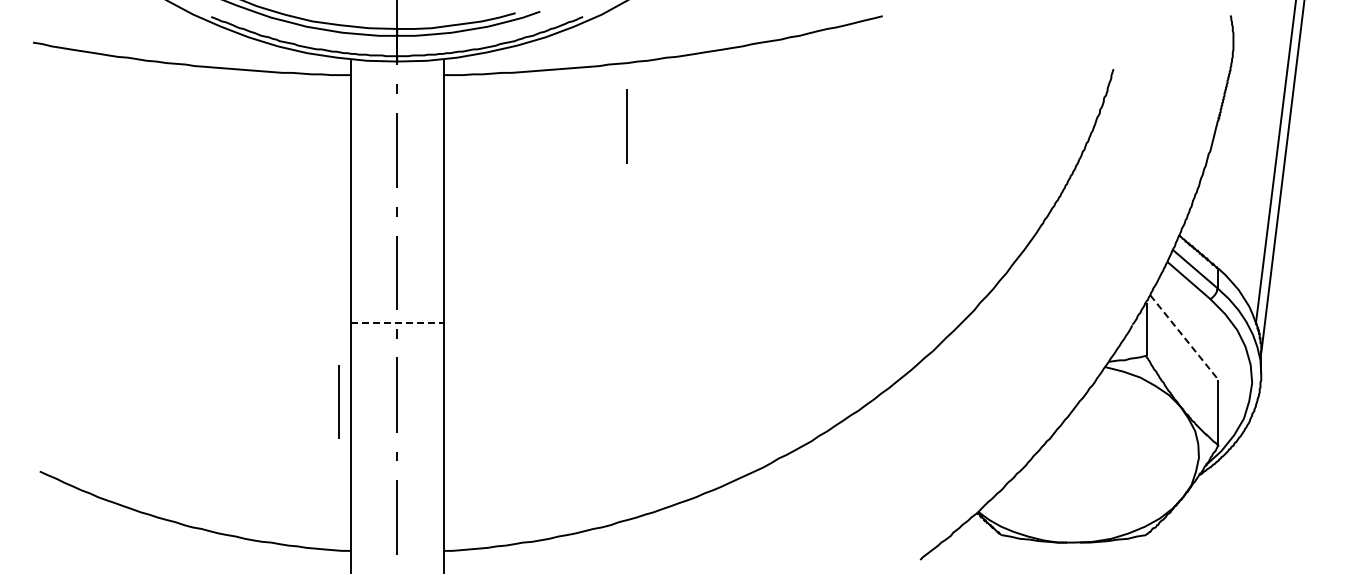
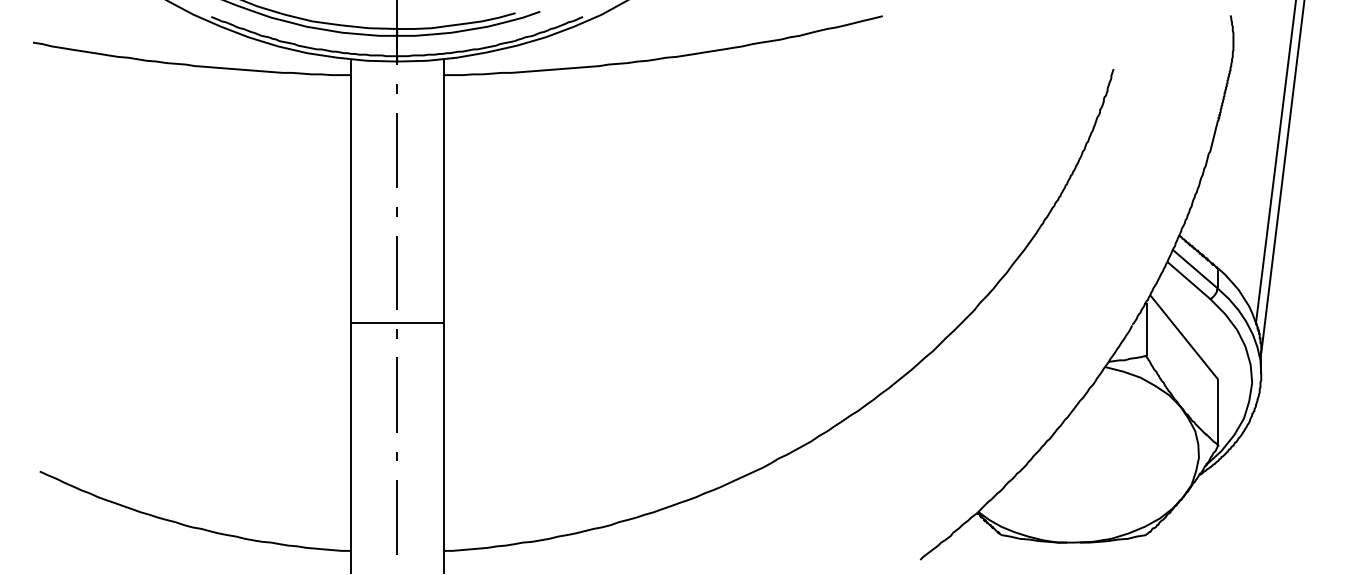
line at (626, 126): present -> none
line at (397, 323): dashed -> solid
line at (1184, 337): dashed -> solid
line at (338, 401): present -> none
